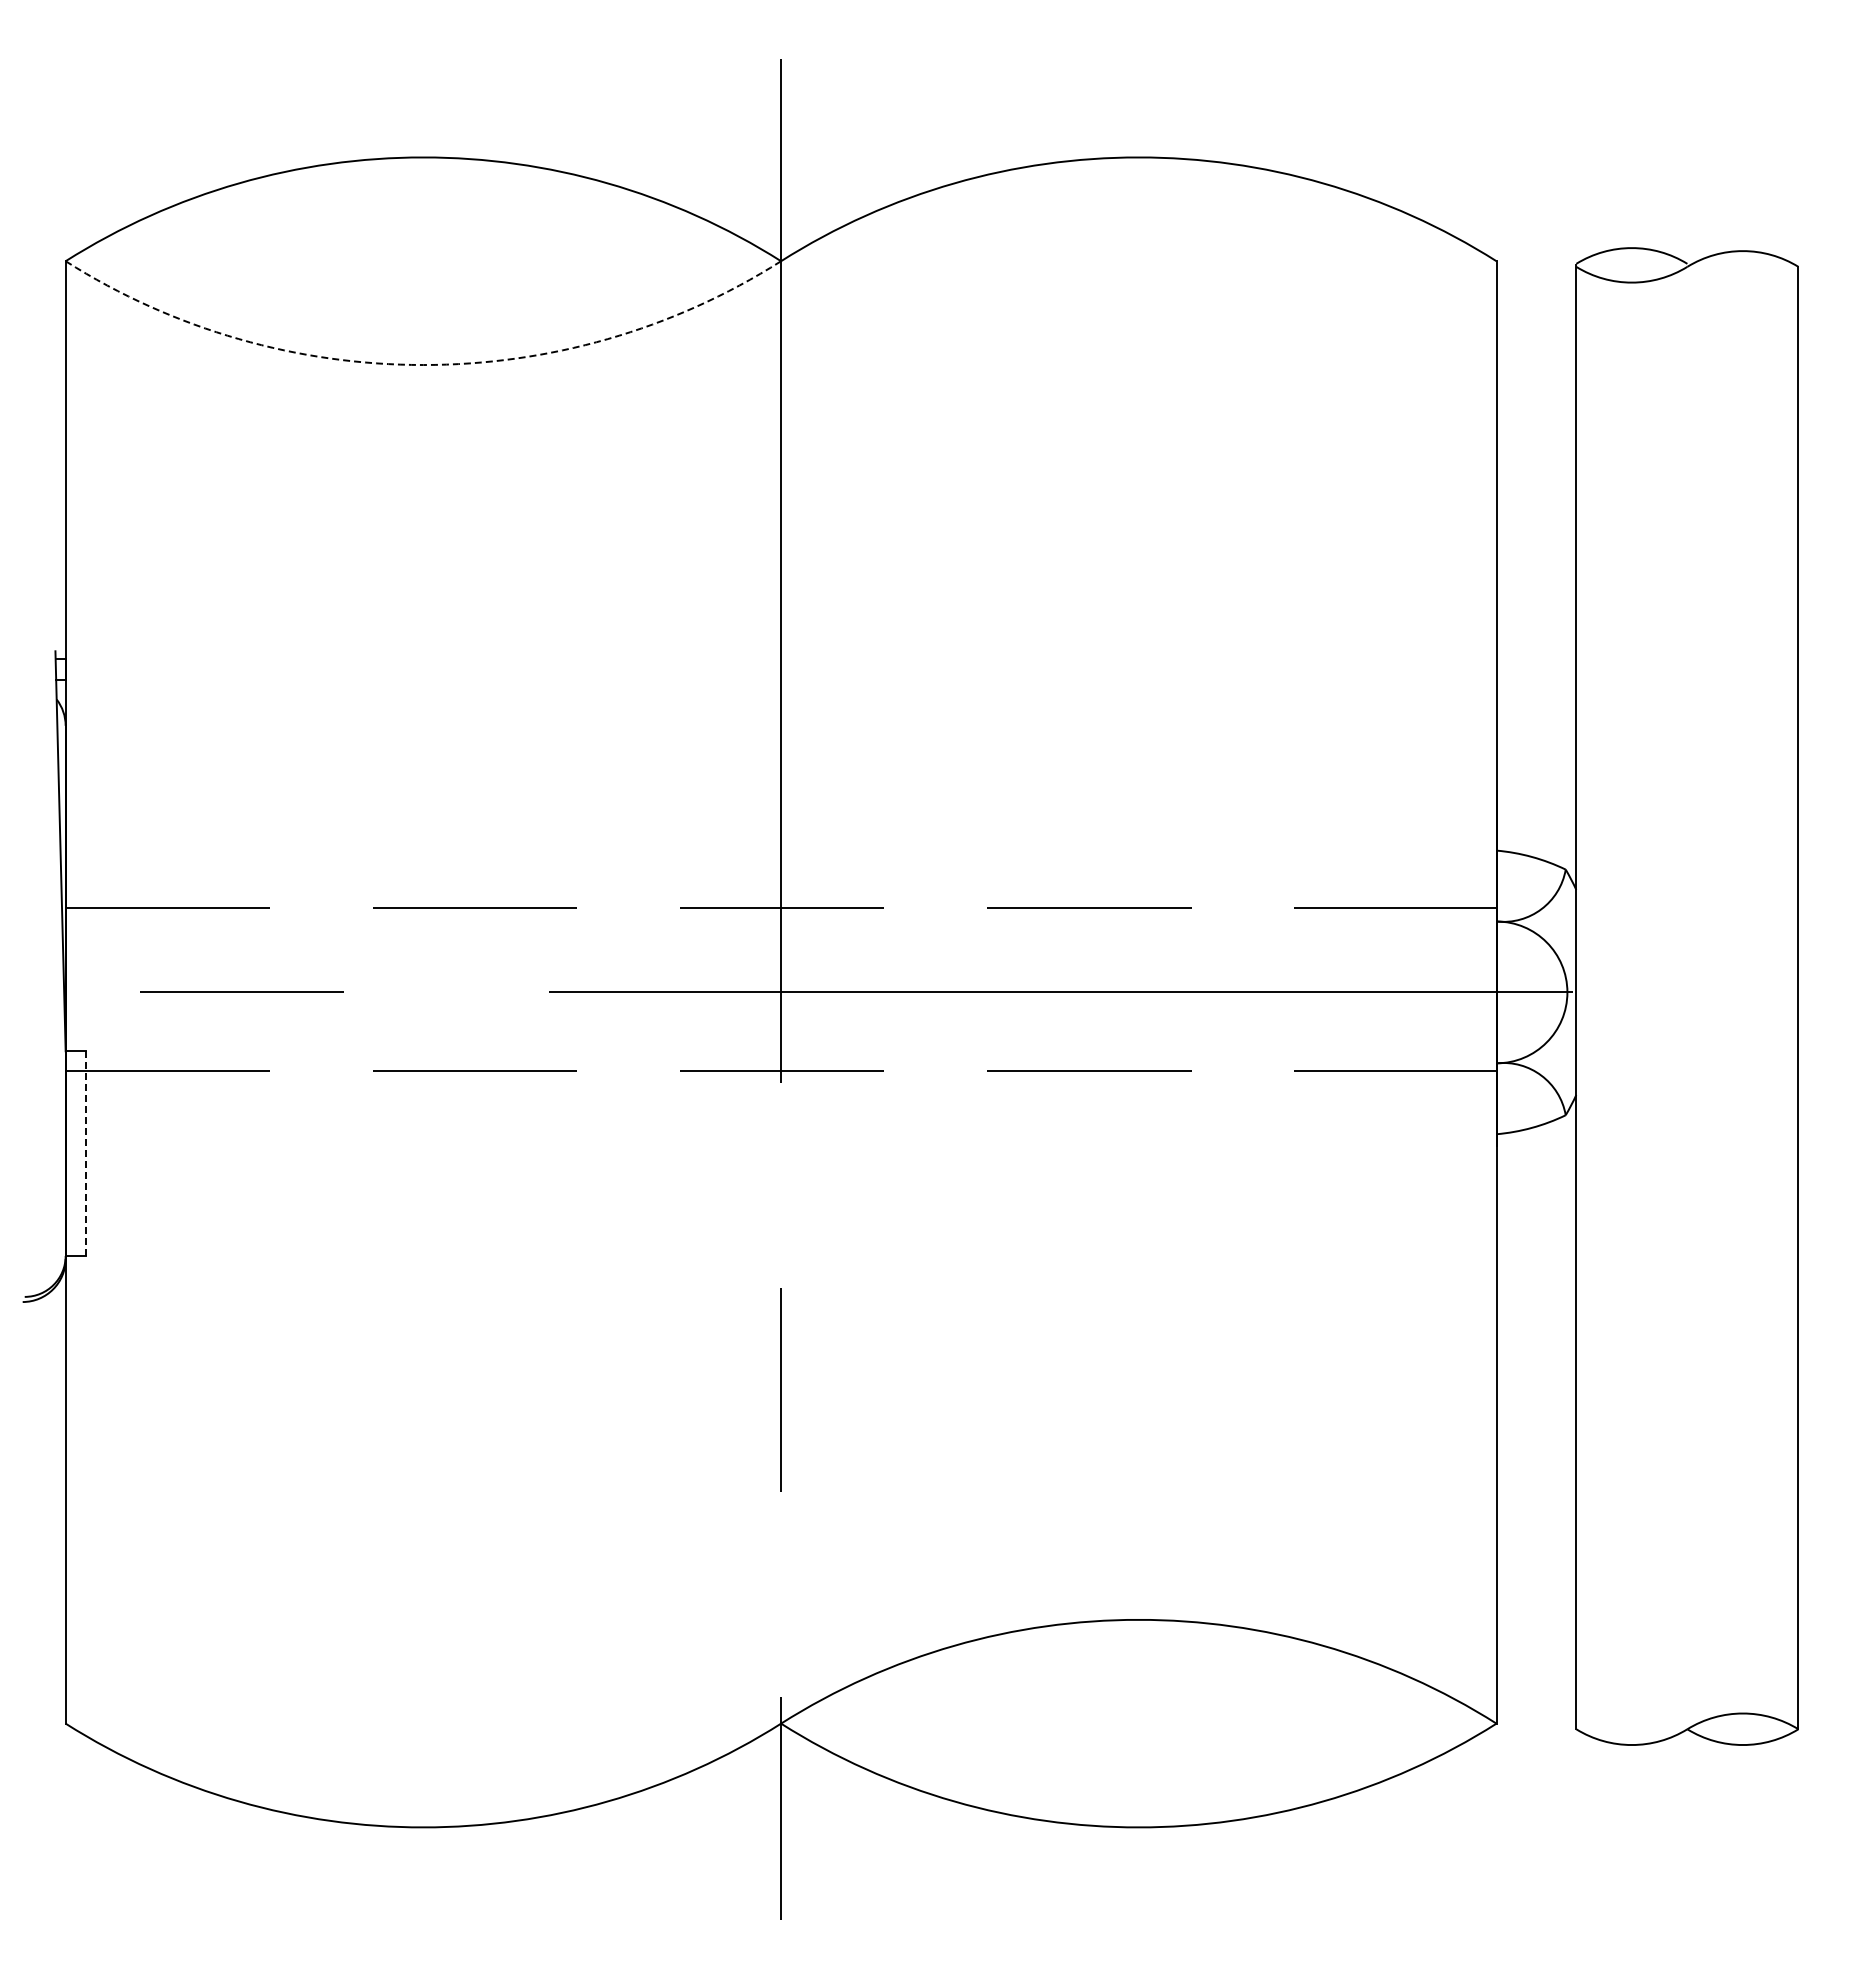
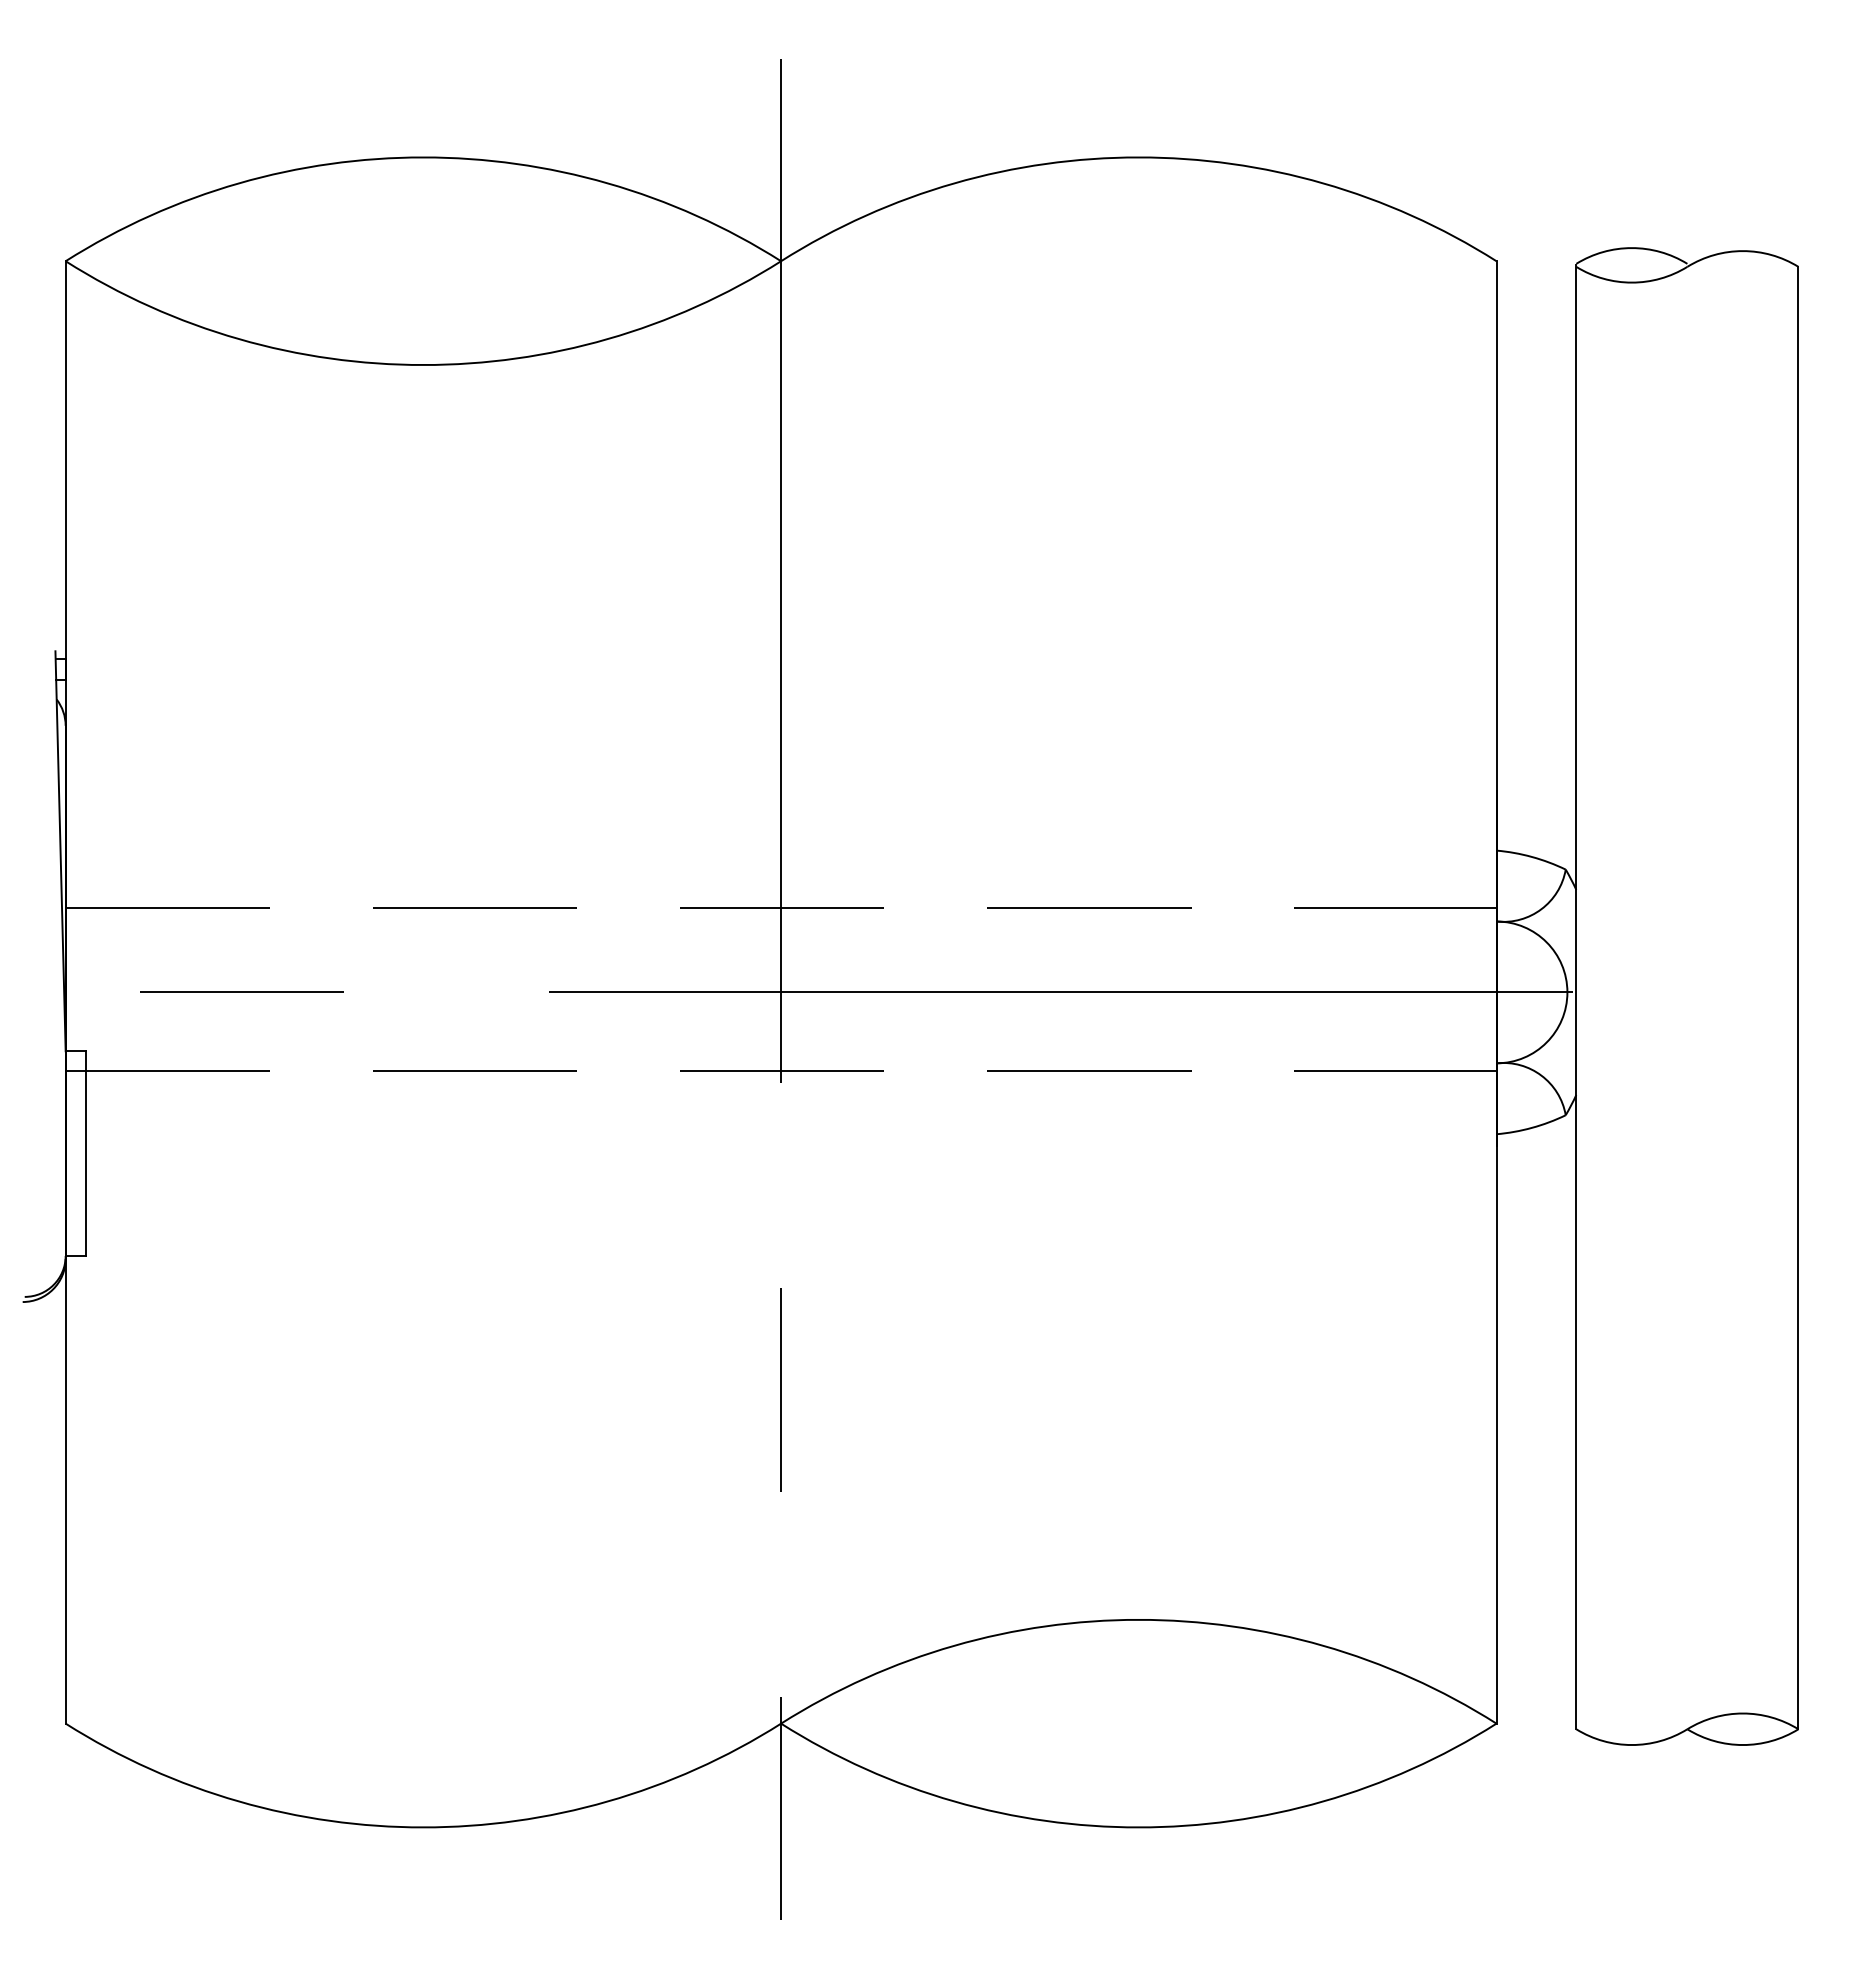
arc at (423, 365): dashed -> solid
line at (86, 1154): dashed -> solid
